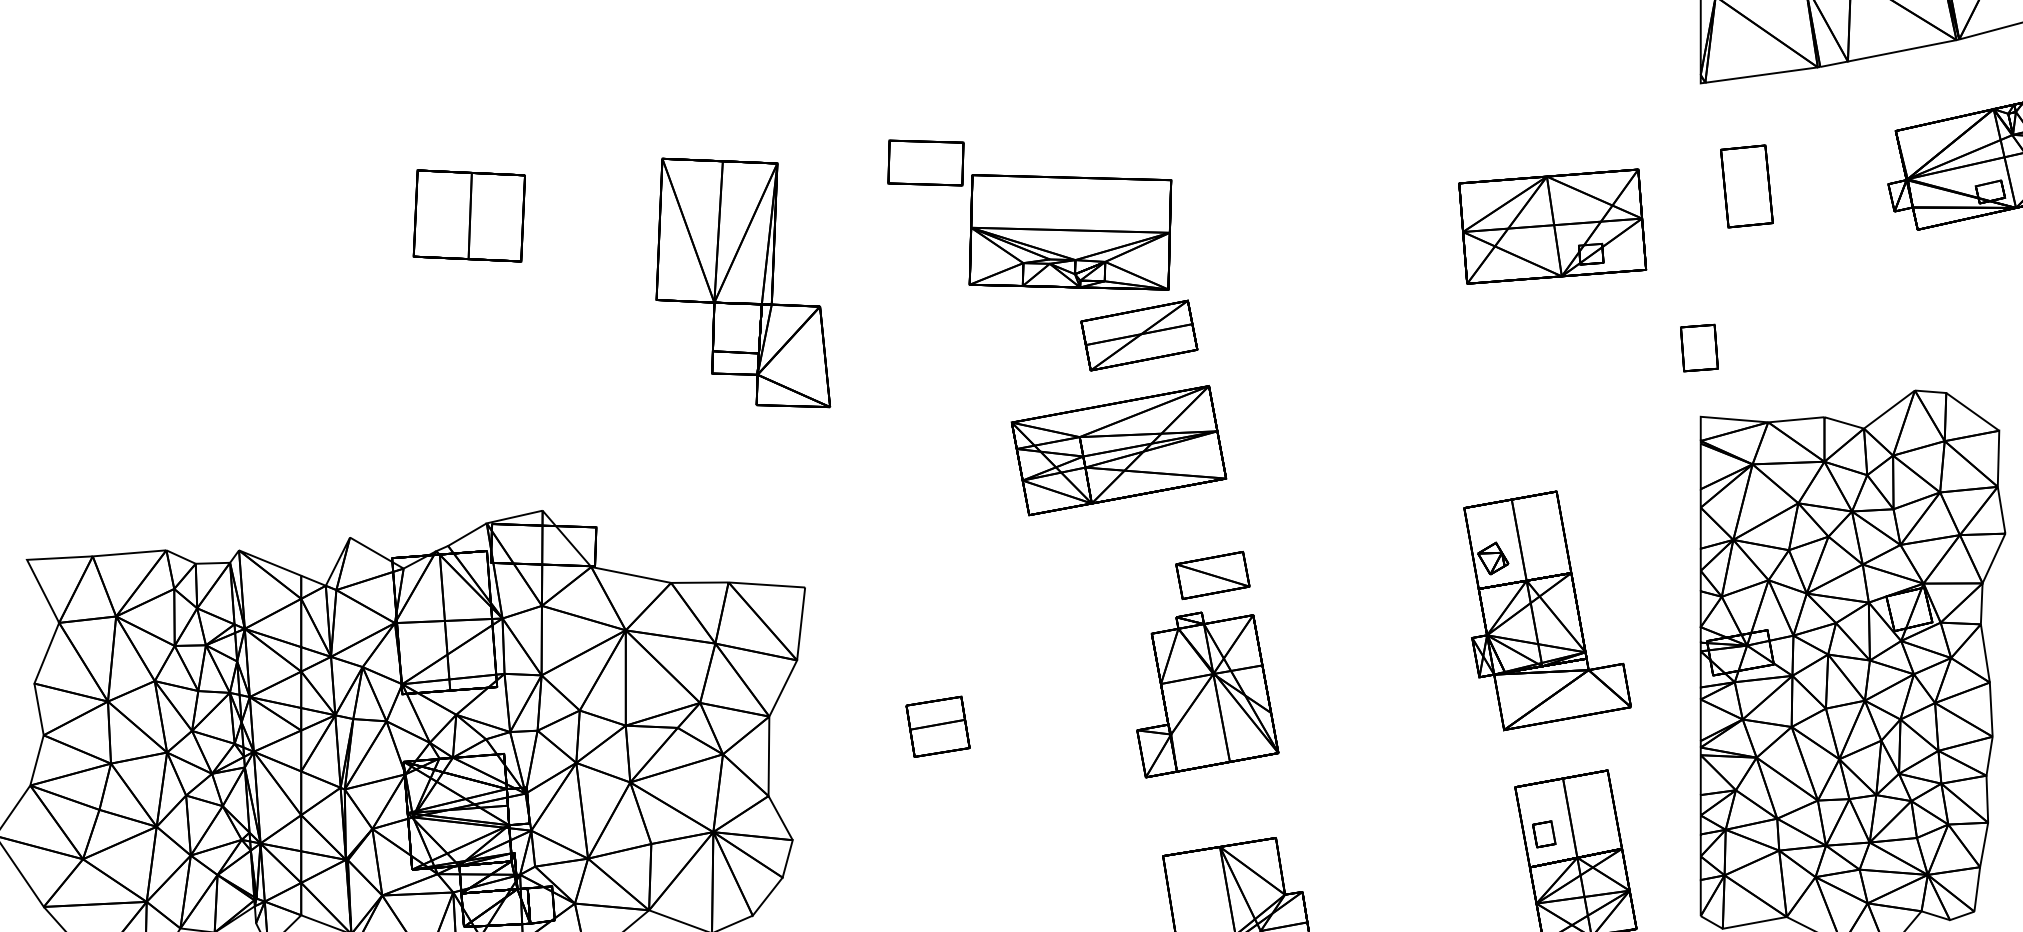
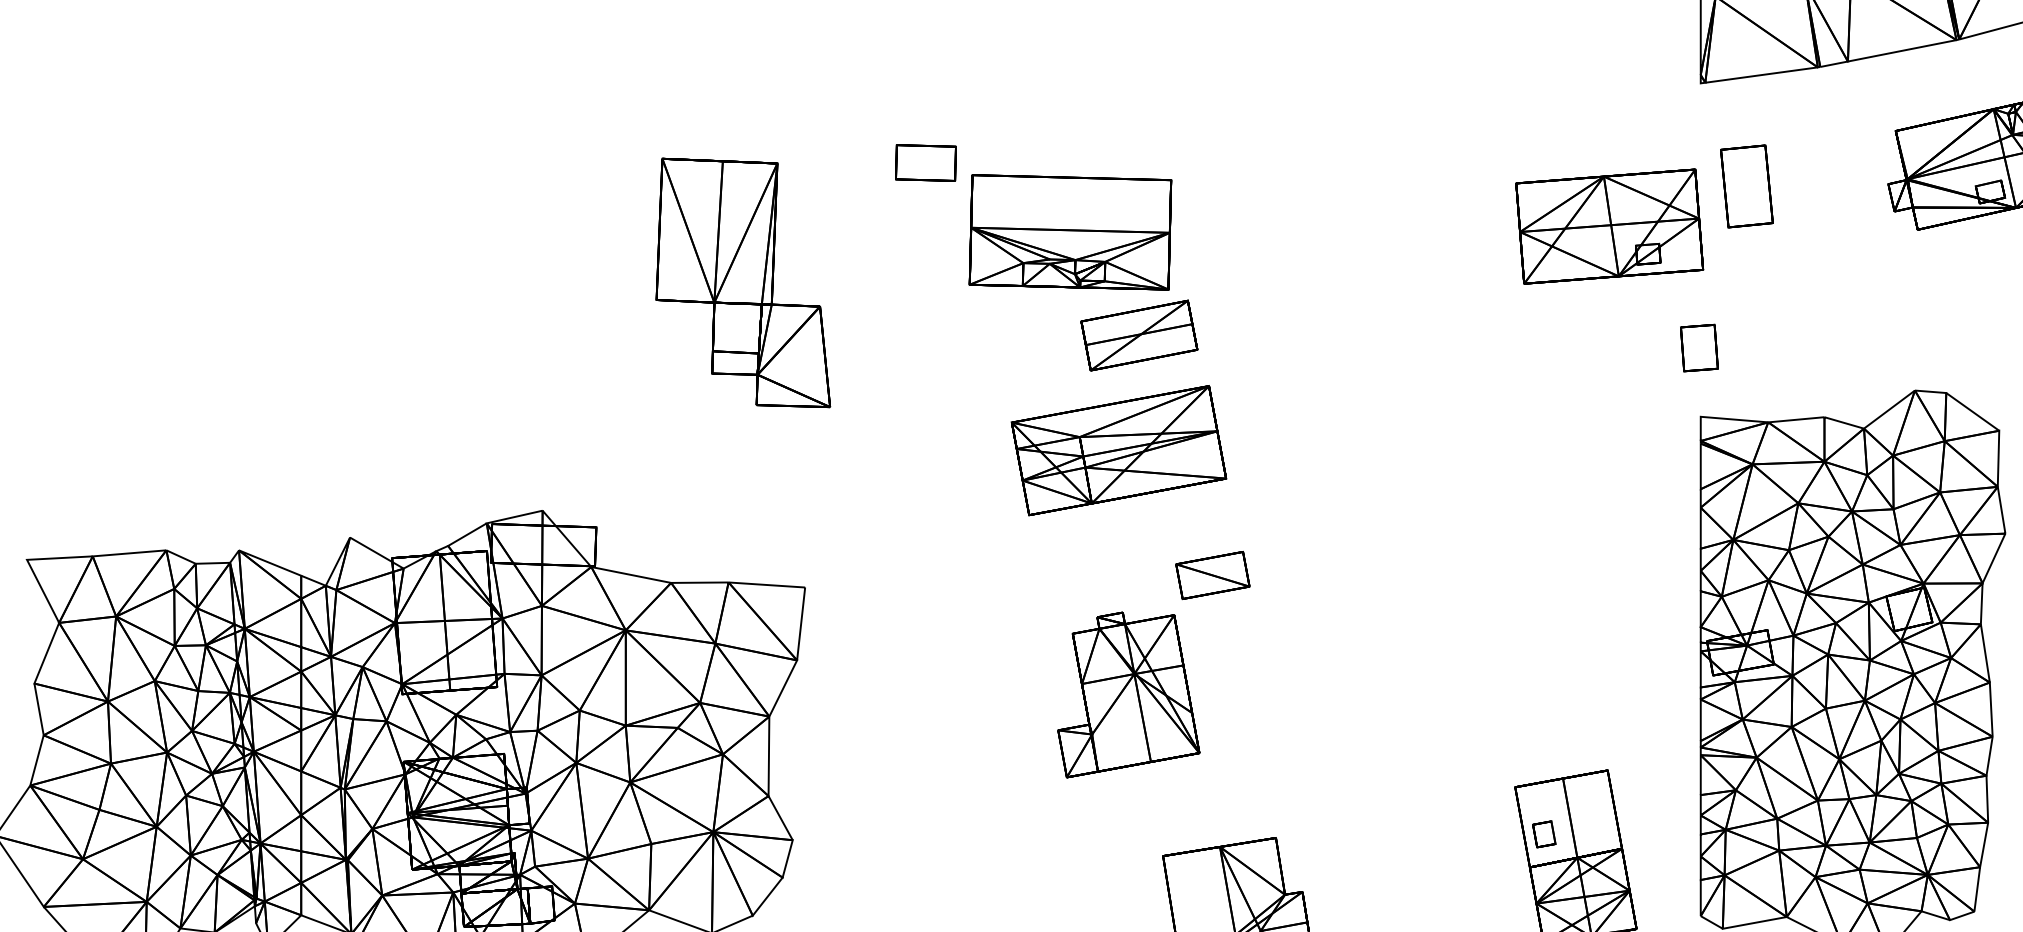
part at (925, 162) size: 78x48 px -> 62x38 px
part at (468, 215): present -> none
part at (1552, 226) position: (1552, 226) -> (1609, 226)
part at (1547, 610): present -> none
part at (1207, 694) position: (1207, 694) -> (1128, 694)
part at (937, 726): present -> none
